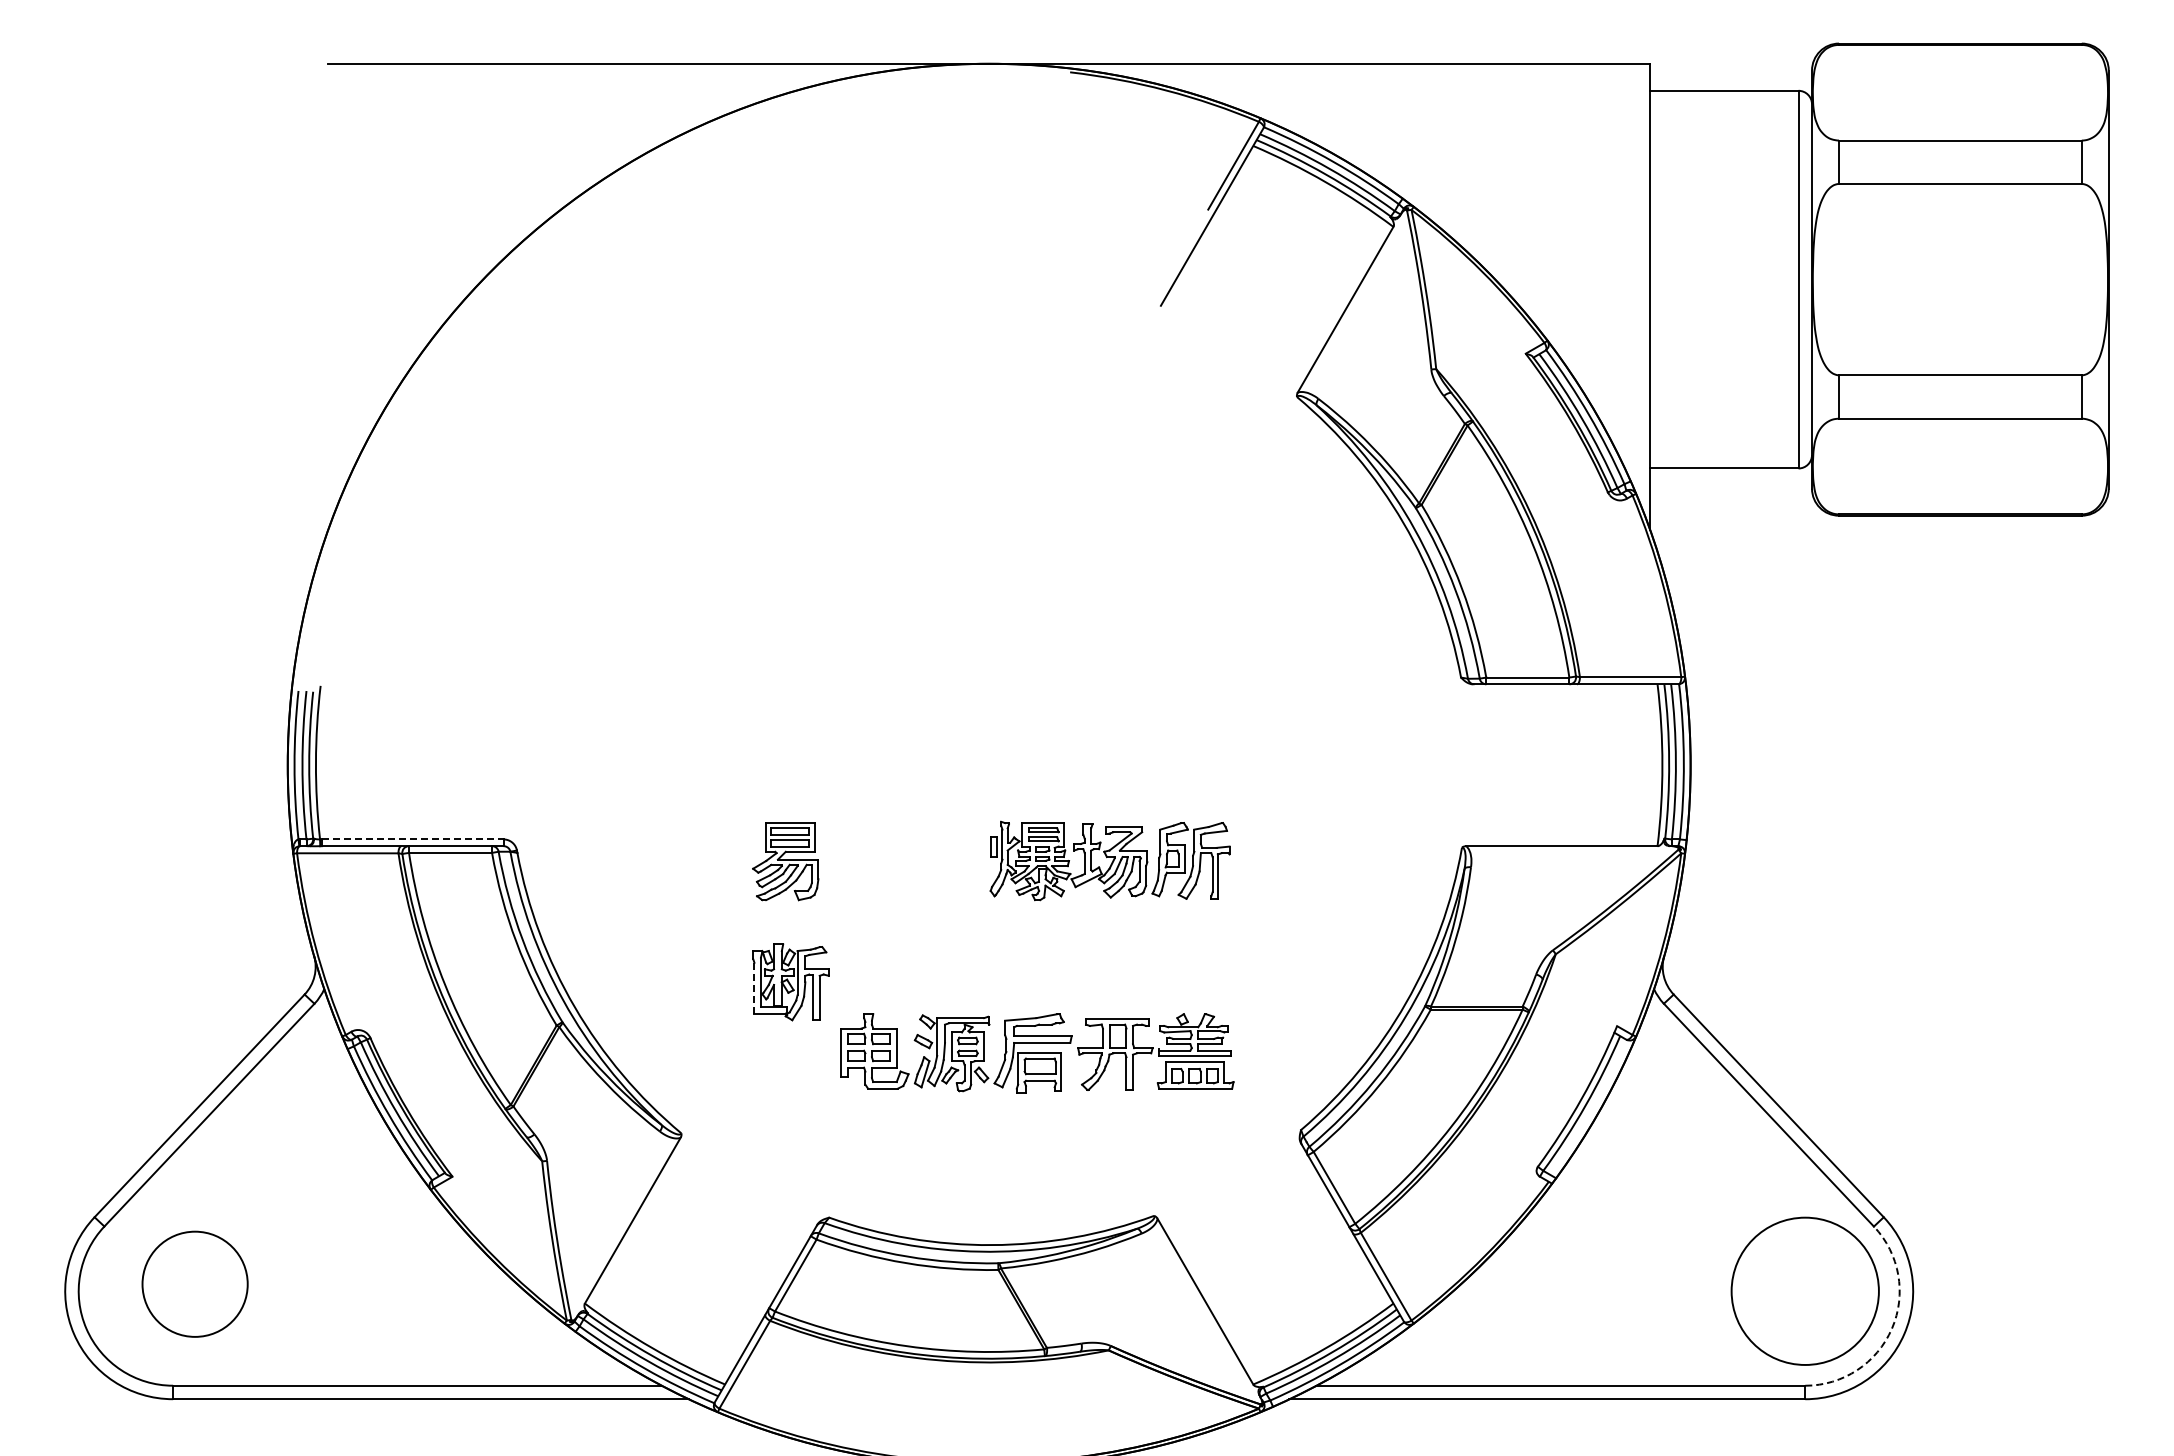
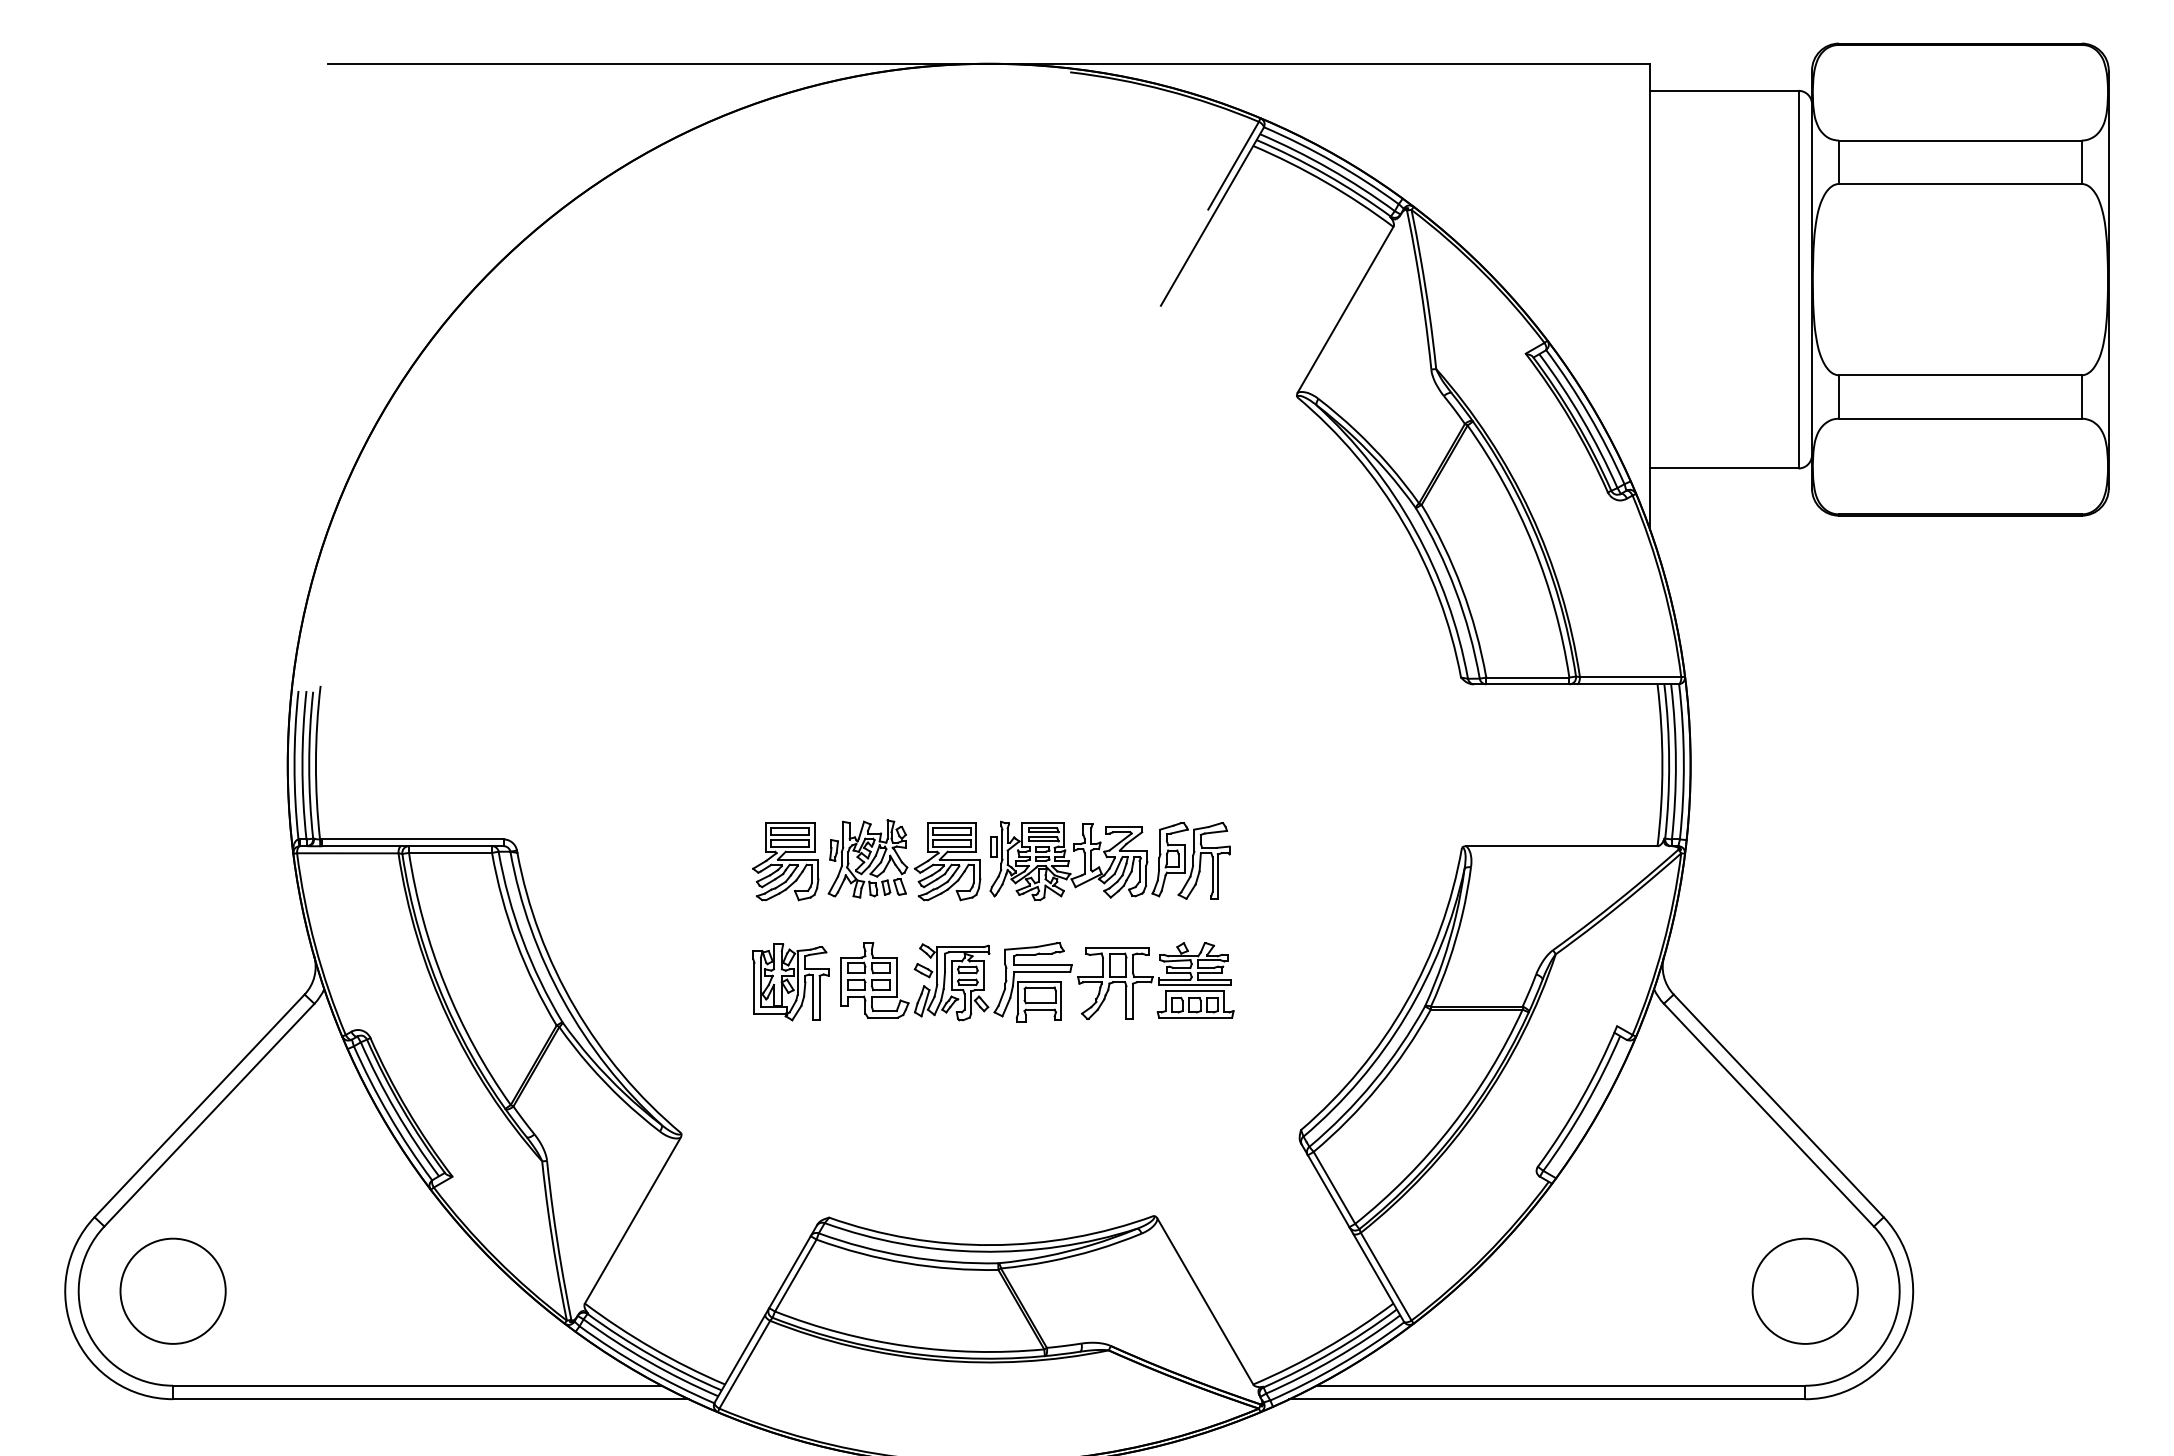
line at (412, 839): dashed -> solid
part at (904, 860): none -> present
line at (754, 988): dashed -> solid
part at (1037, 1053) position: (1037, 1053) -> (1037, 982)
circle at (194, 1283) position: (194, 1283) -> (172, 1290)
circle at (1804, 1290) diameter: 147 px -> 105 px
arc at (1891, 1328): dashed -> solid
